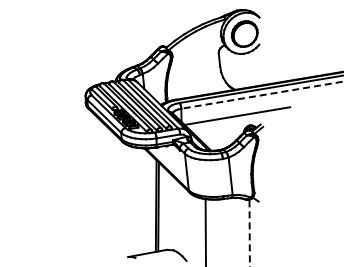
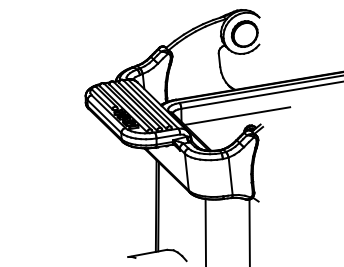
line at (262, 95): dashed -> solid
line at (249, 232): dashed -> solid
